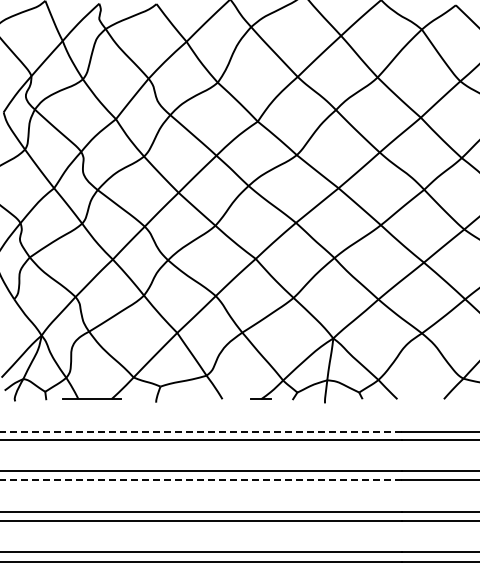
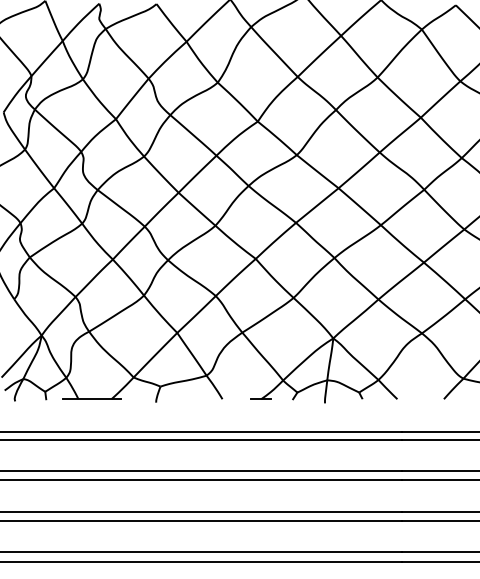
line at (201, 431): dashed -> solid
line at (201, 480): dashed -> solid
